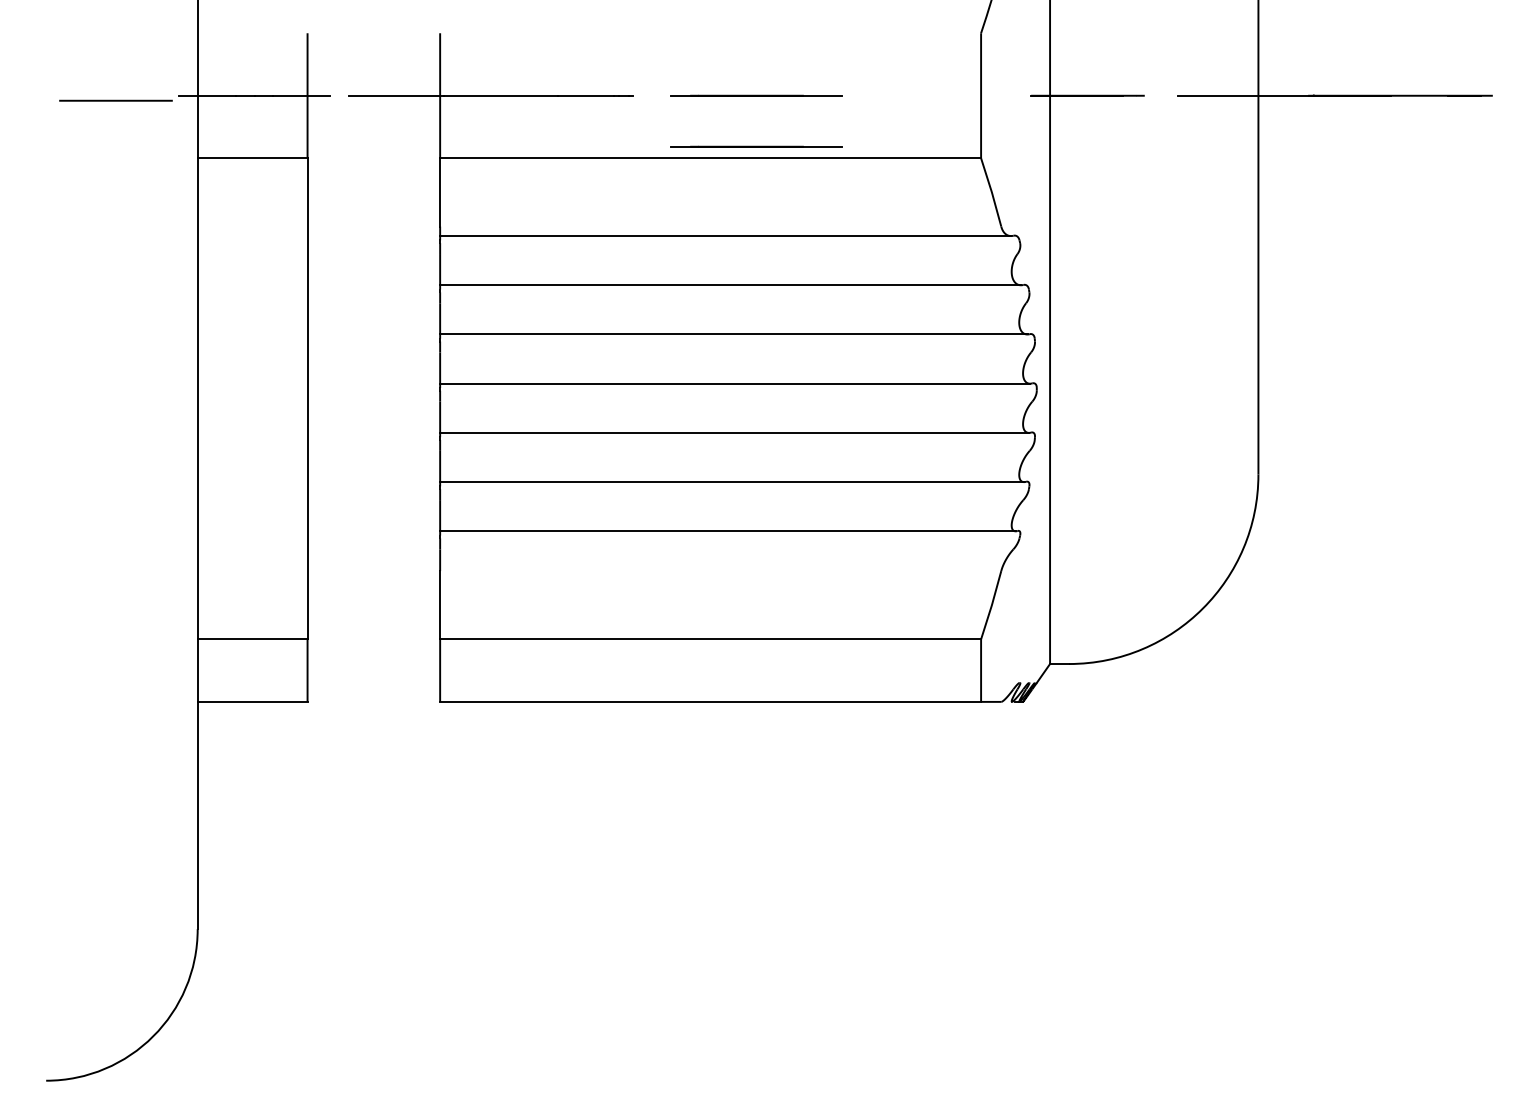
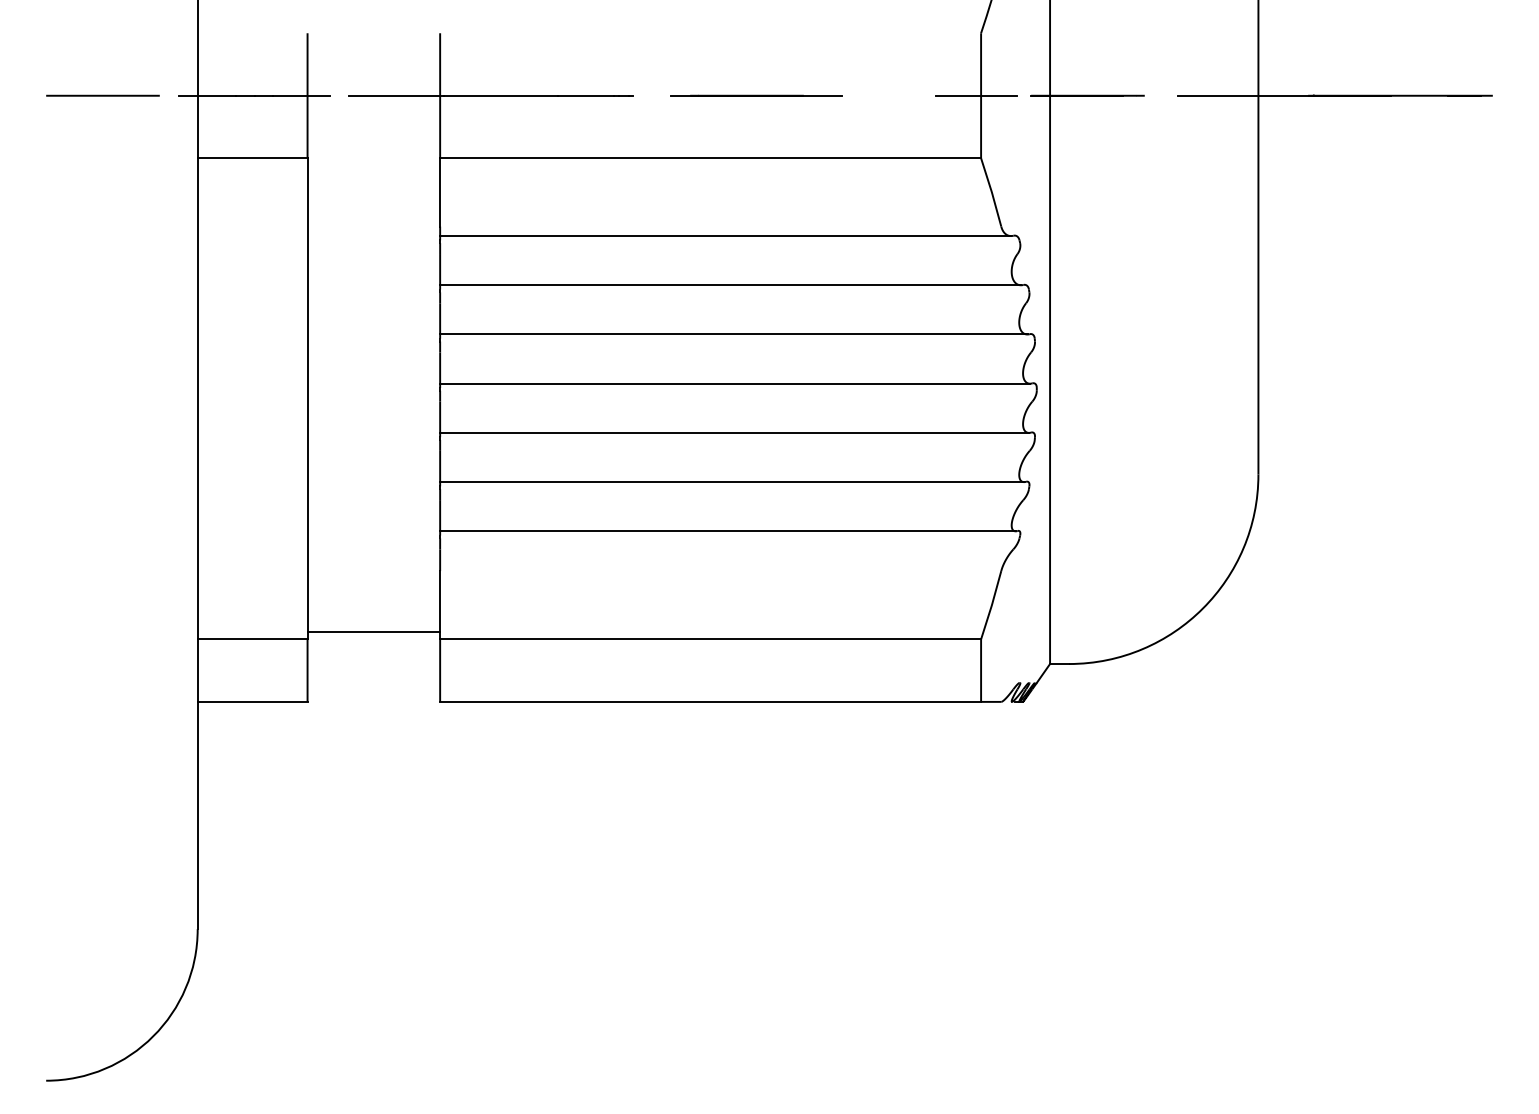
line at (976, 95): none -> present
line at (115, 100) position: (115, 100) -> (102, 95)
line at (756, 146): present -> none
line at (373, 631): none -> present
